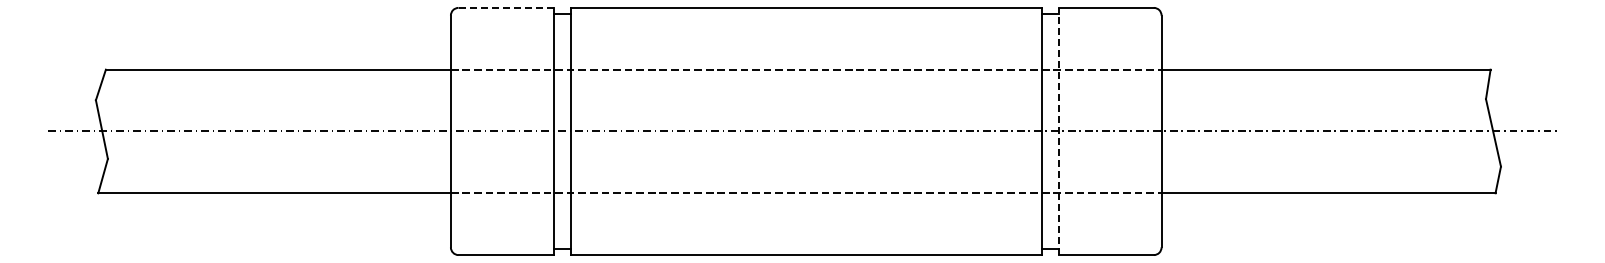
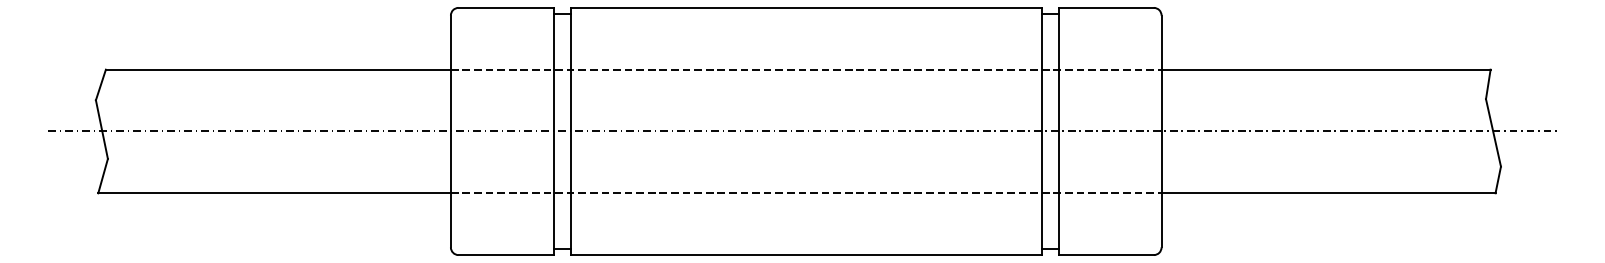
line at (506, 7): dashed -> solid
line at (1058, 131): dashed -> solid
